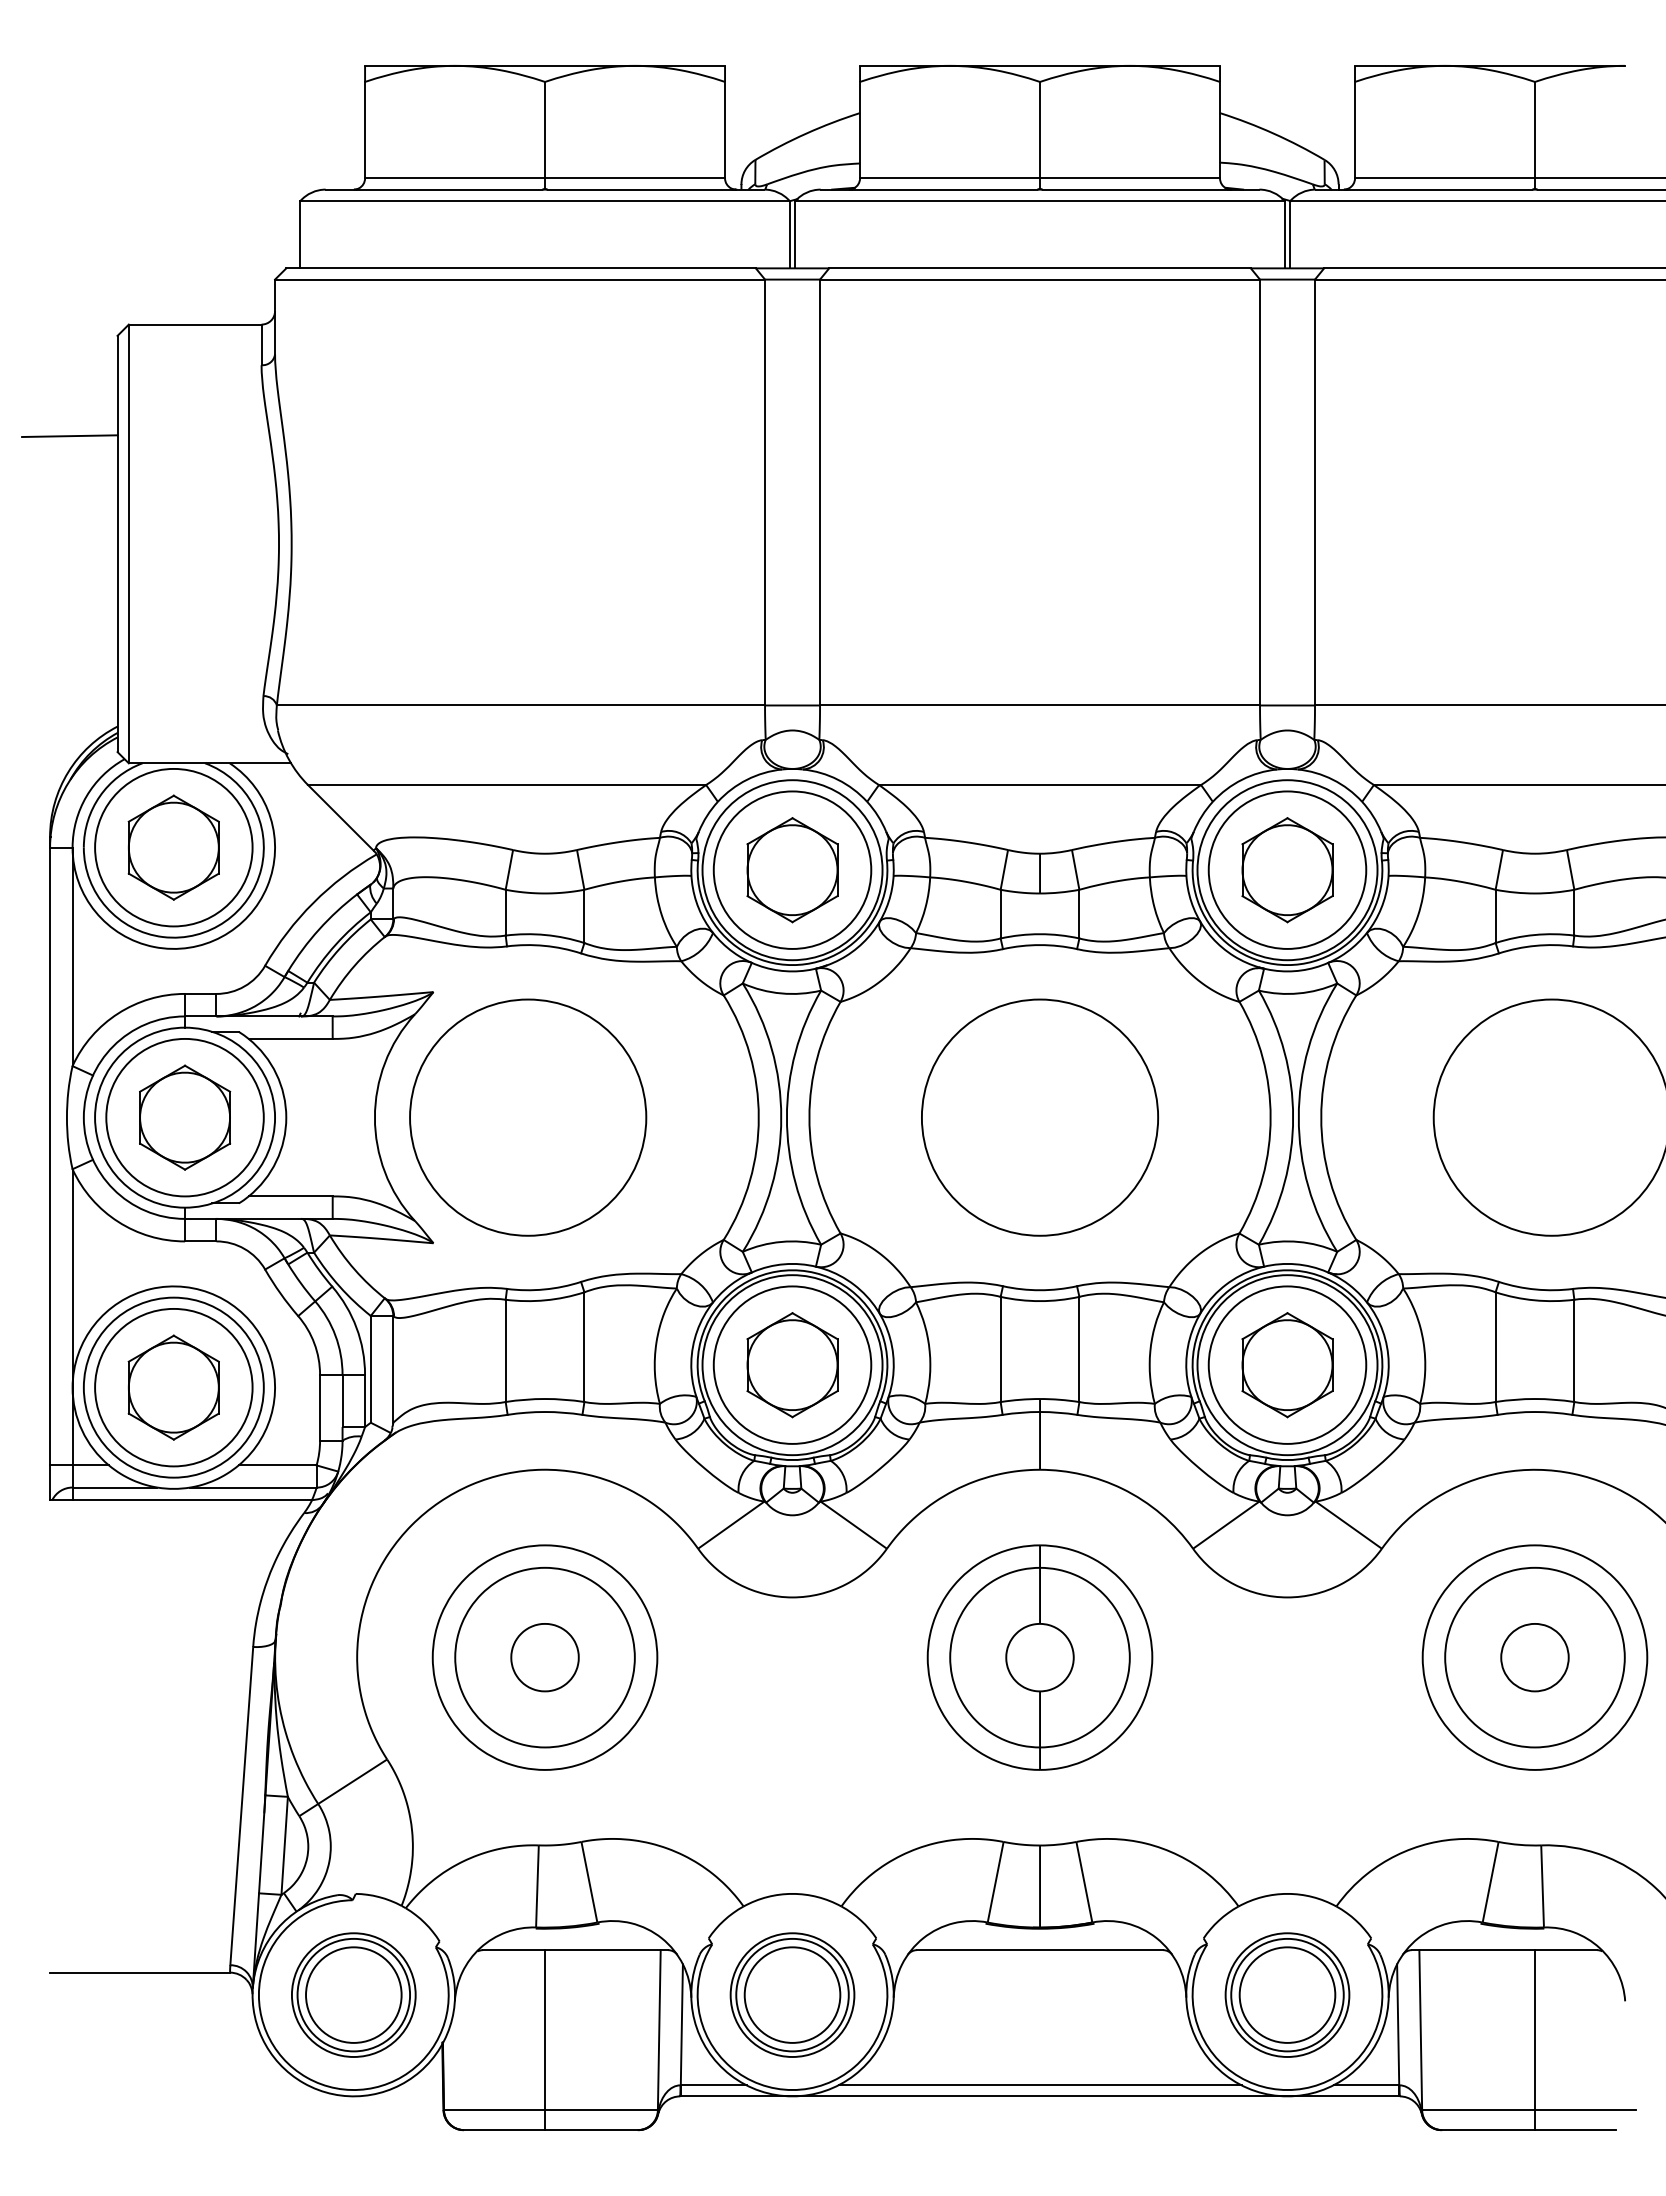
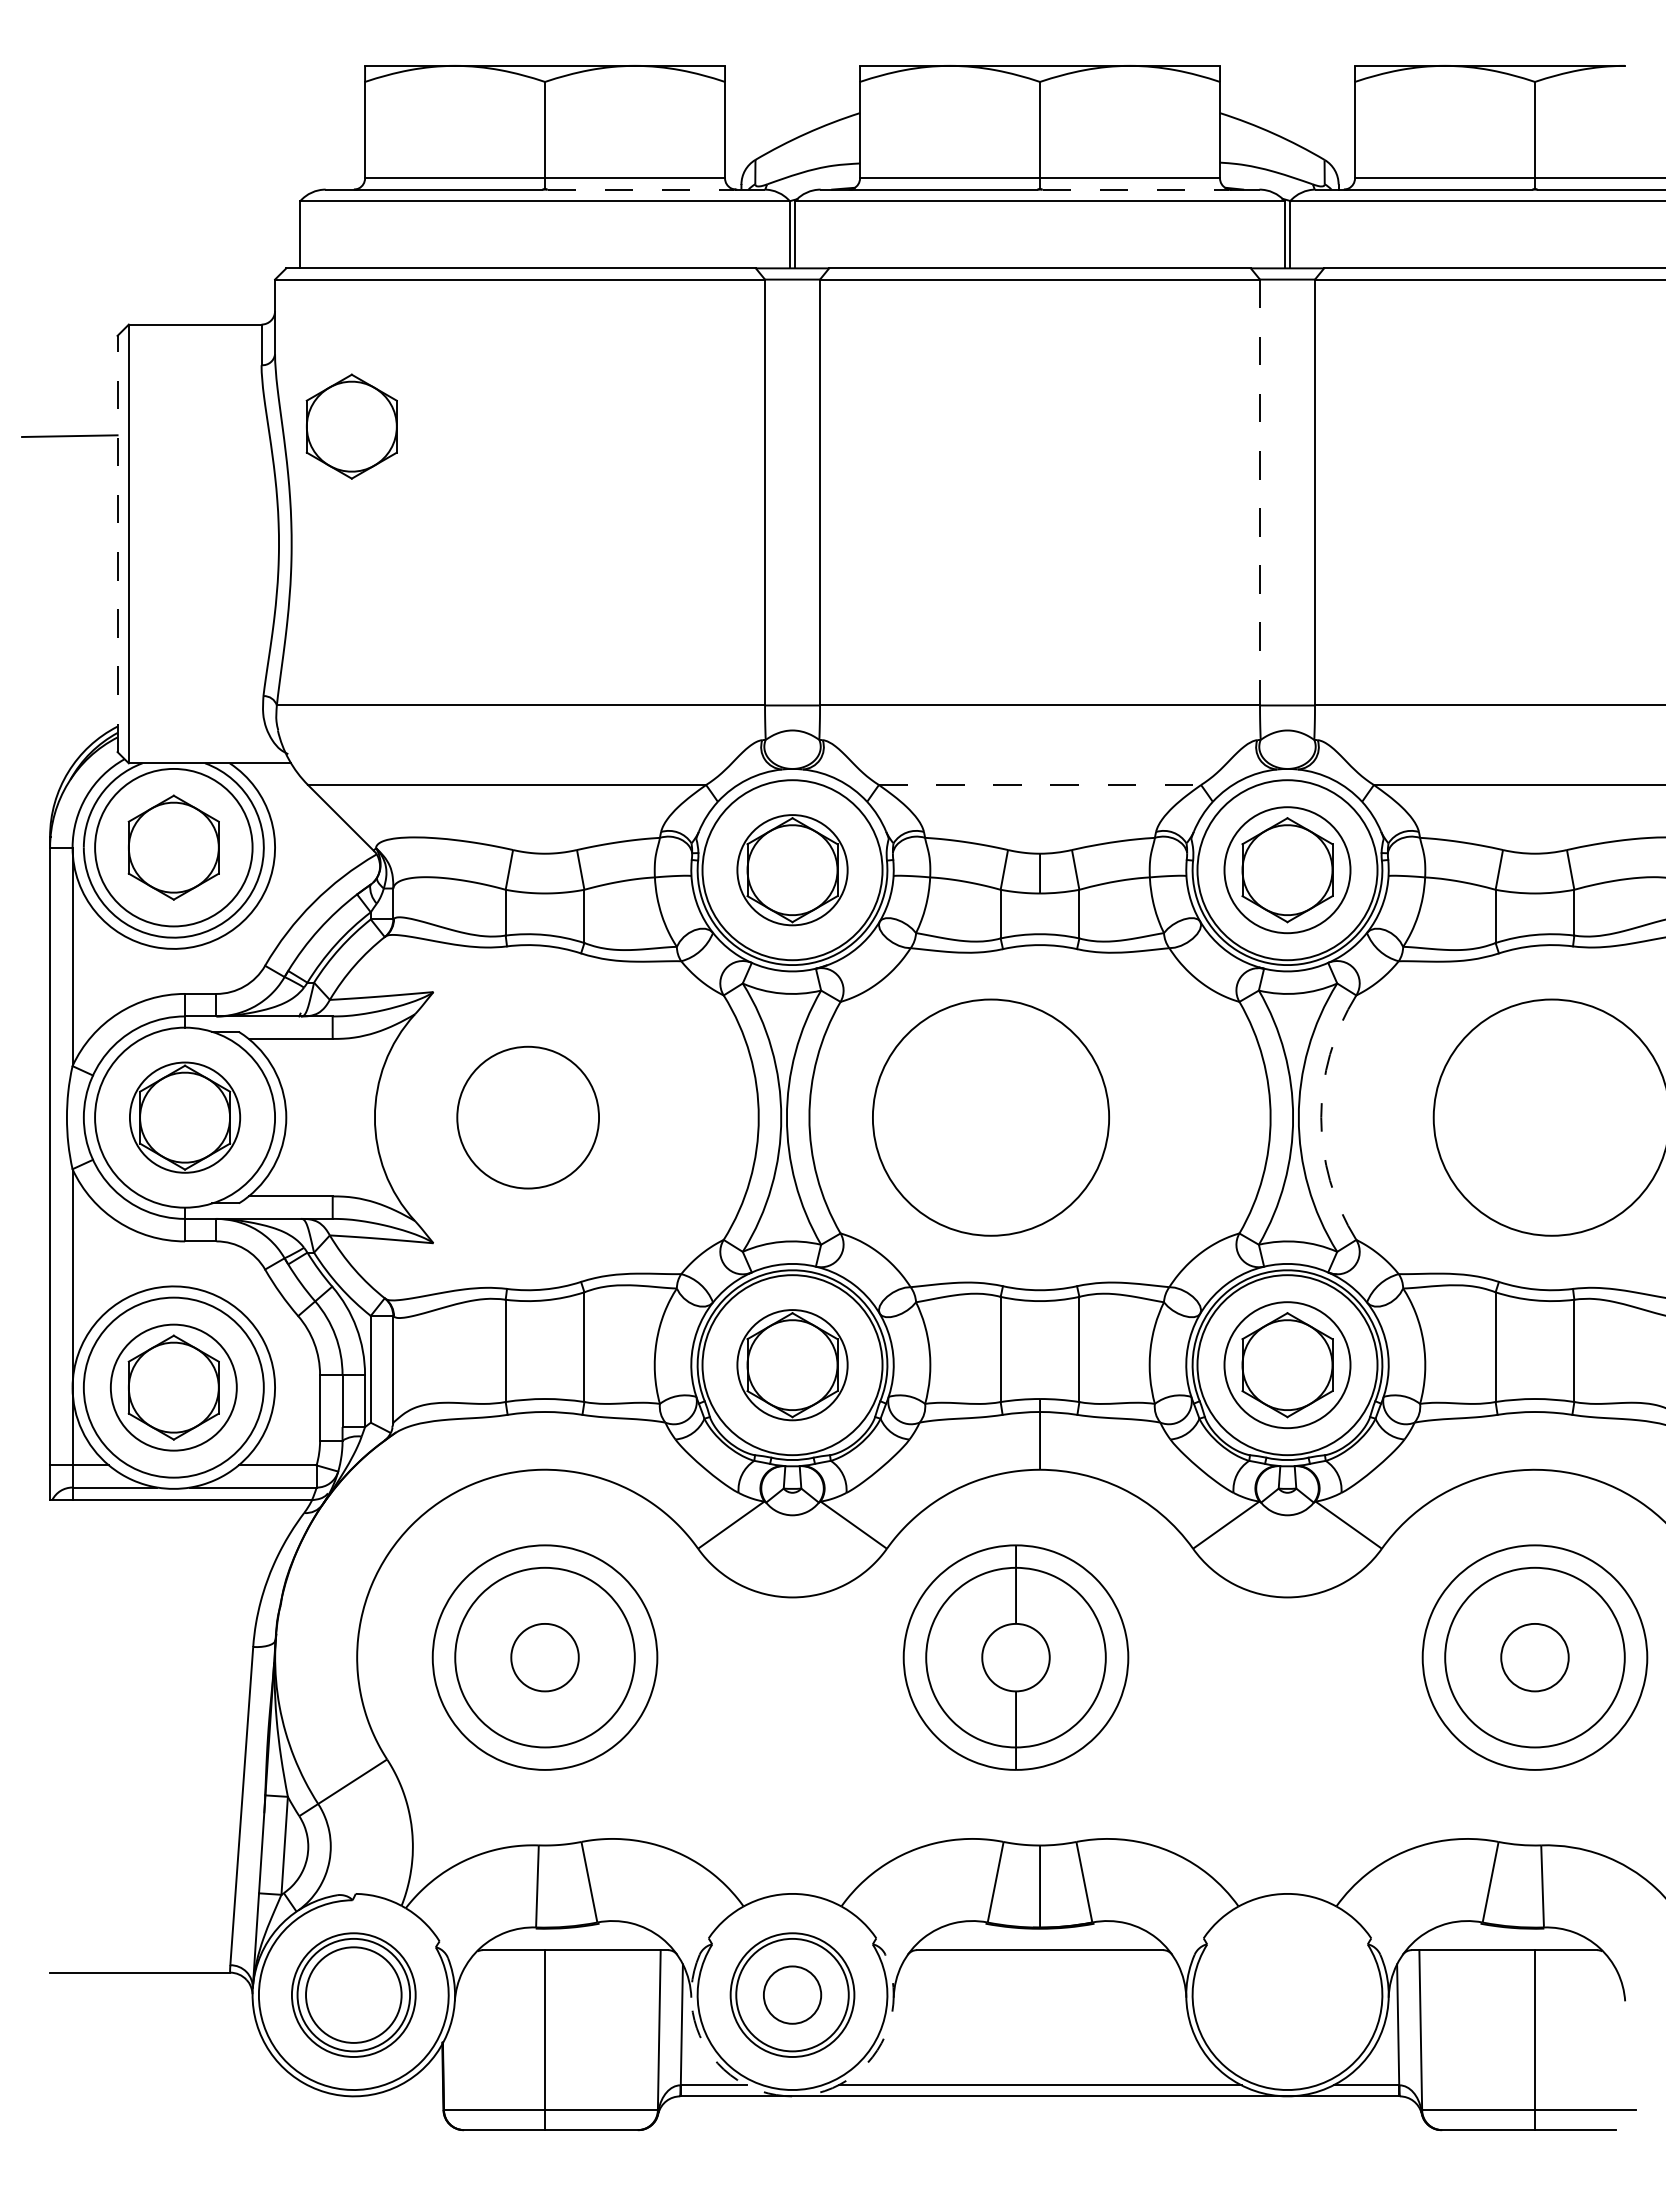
line at (641, 189): solid -> dashed
line at (1136, 189): solid -> dashed
part at (351, 426): none -> present
line at (1260, 492): solid -> dashed
line at (117, 543): solid -> dashed
line at (1040, 785): solid -> dashed
circle at (792, 869) diameter: 157 px -> 110 px
circle at (1287, 869) diameter: 157 px -> 126 px
circle at (184, 1117) diameter: 157 px -> 110 px
circle at (528, 1117) diameter: 236 px -> 142 px
circle at (1039, 1117) position: (1039, 1117) -> (990, 1117)
arc at (1321, 1117): solid -> dashed
circle at (792, 1364) diameter: 157 px -> 110 px
circle at (1287, 1364) diameter: 157 px -> 126 px
circle at (173, 1387) diameter: 157 px -> 126 px
part at (1039, 1657) position: (1039, 1657) -> (1015, 1657)
circle at (792, 1994) diameter: 96 px -> 57 px
part at (1287, 1994): present -> none
arc at (792, 2096): solid -> dashed
